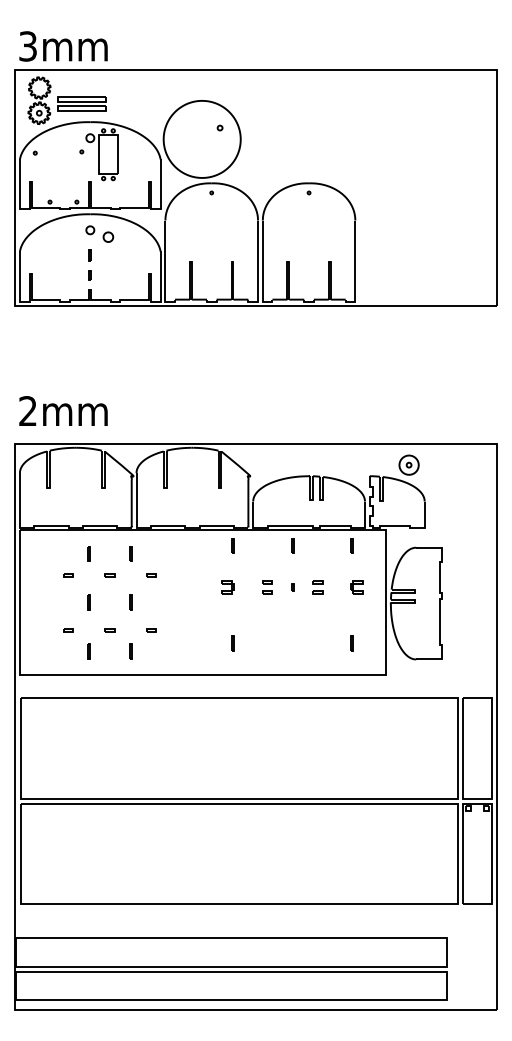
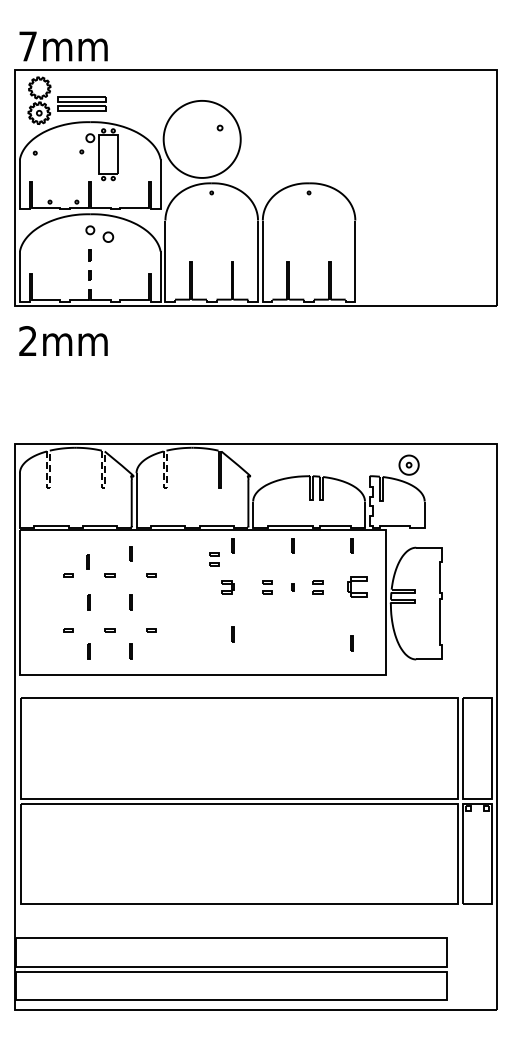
text at (27, 46): 3mm -> 7mm
text at (63, 410) position: (63, 410) -> (63, 340)
line at (48, 487): solid -> dashed
line at (102, 487): solid -> dashed
line at (165, 487): solid -> dashed
part at (88, 553) position: (88, 553) -> (87, 561)
part at (214, 559): none -> present
part at (356, 587) size: 14x15 px -> 21x22 px
line at (232, 643) position: (232, 643) -> (232, 634)
